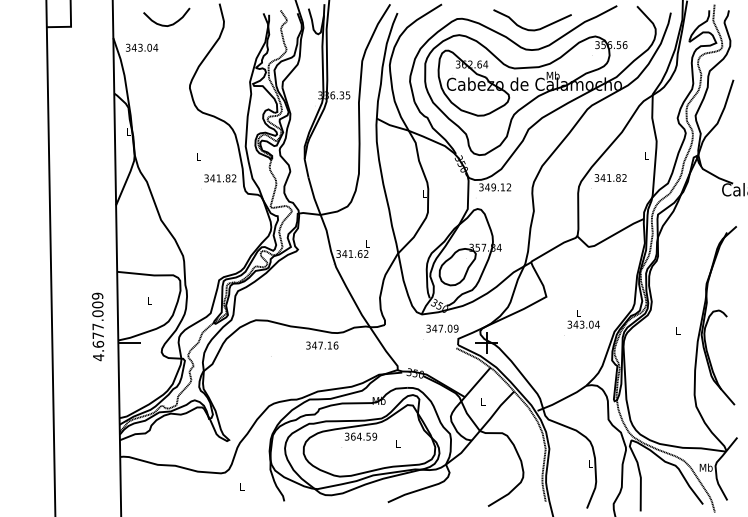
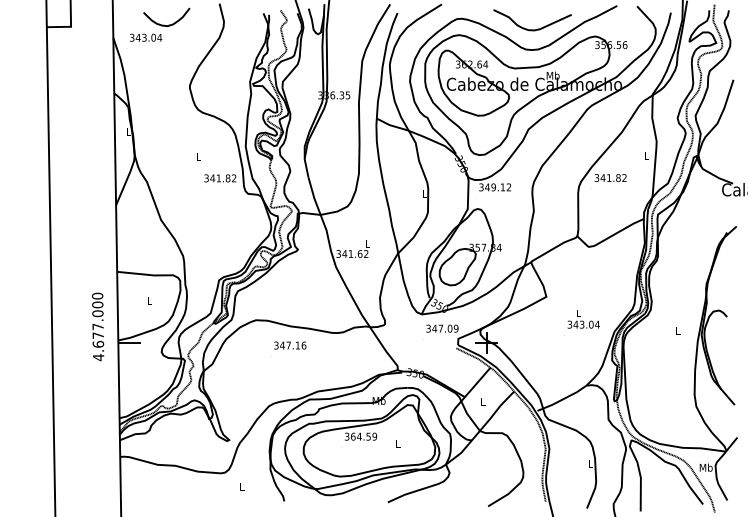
text at (142, 47) position: (142, 47) -> (146, 37)
text at (97, 295): 4.677.009 -> 4.677.000
text at (322, 345) position: (322, 345) -> (290, 345)
